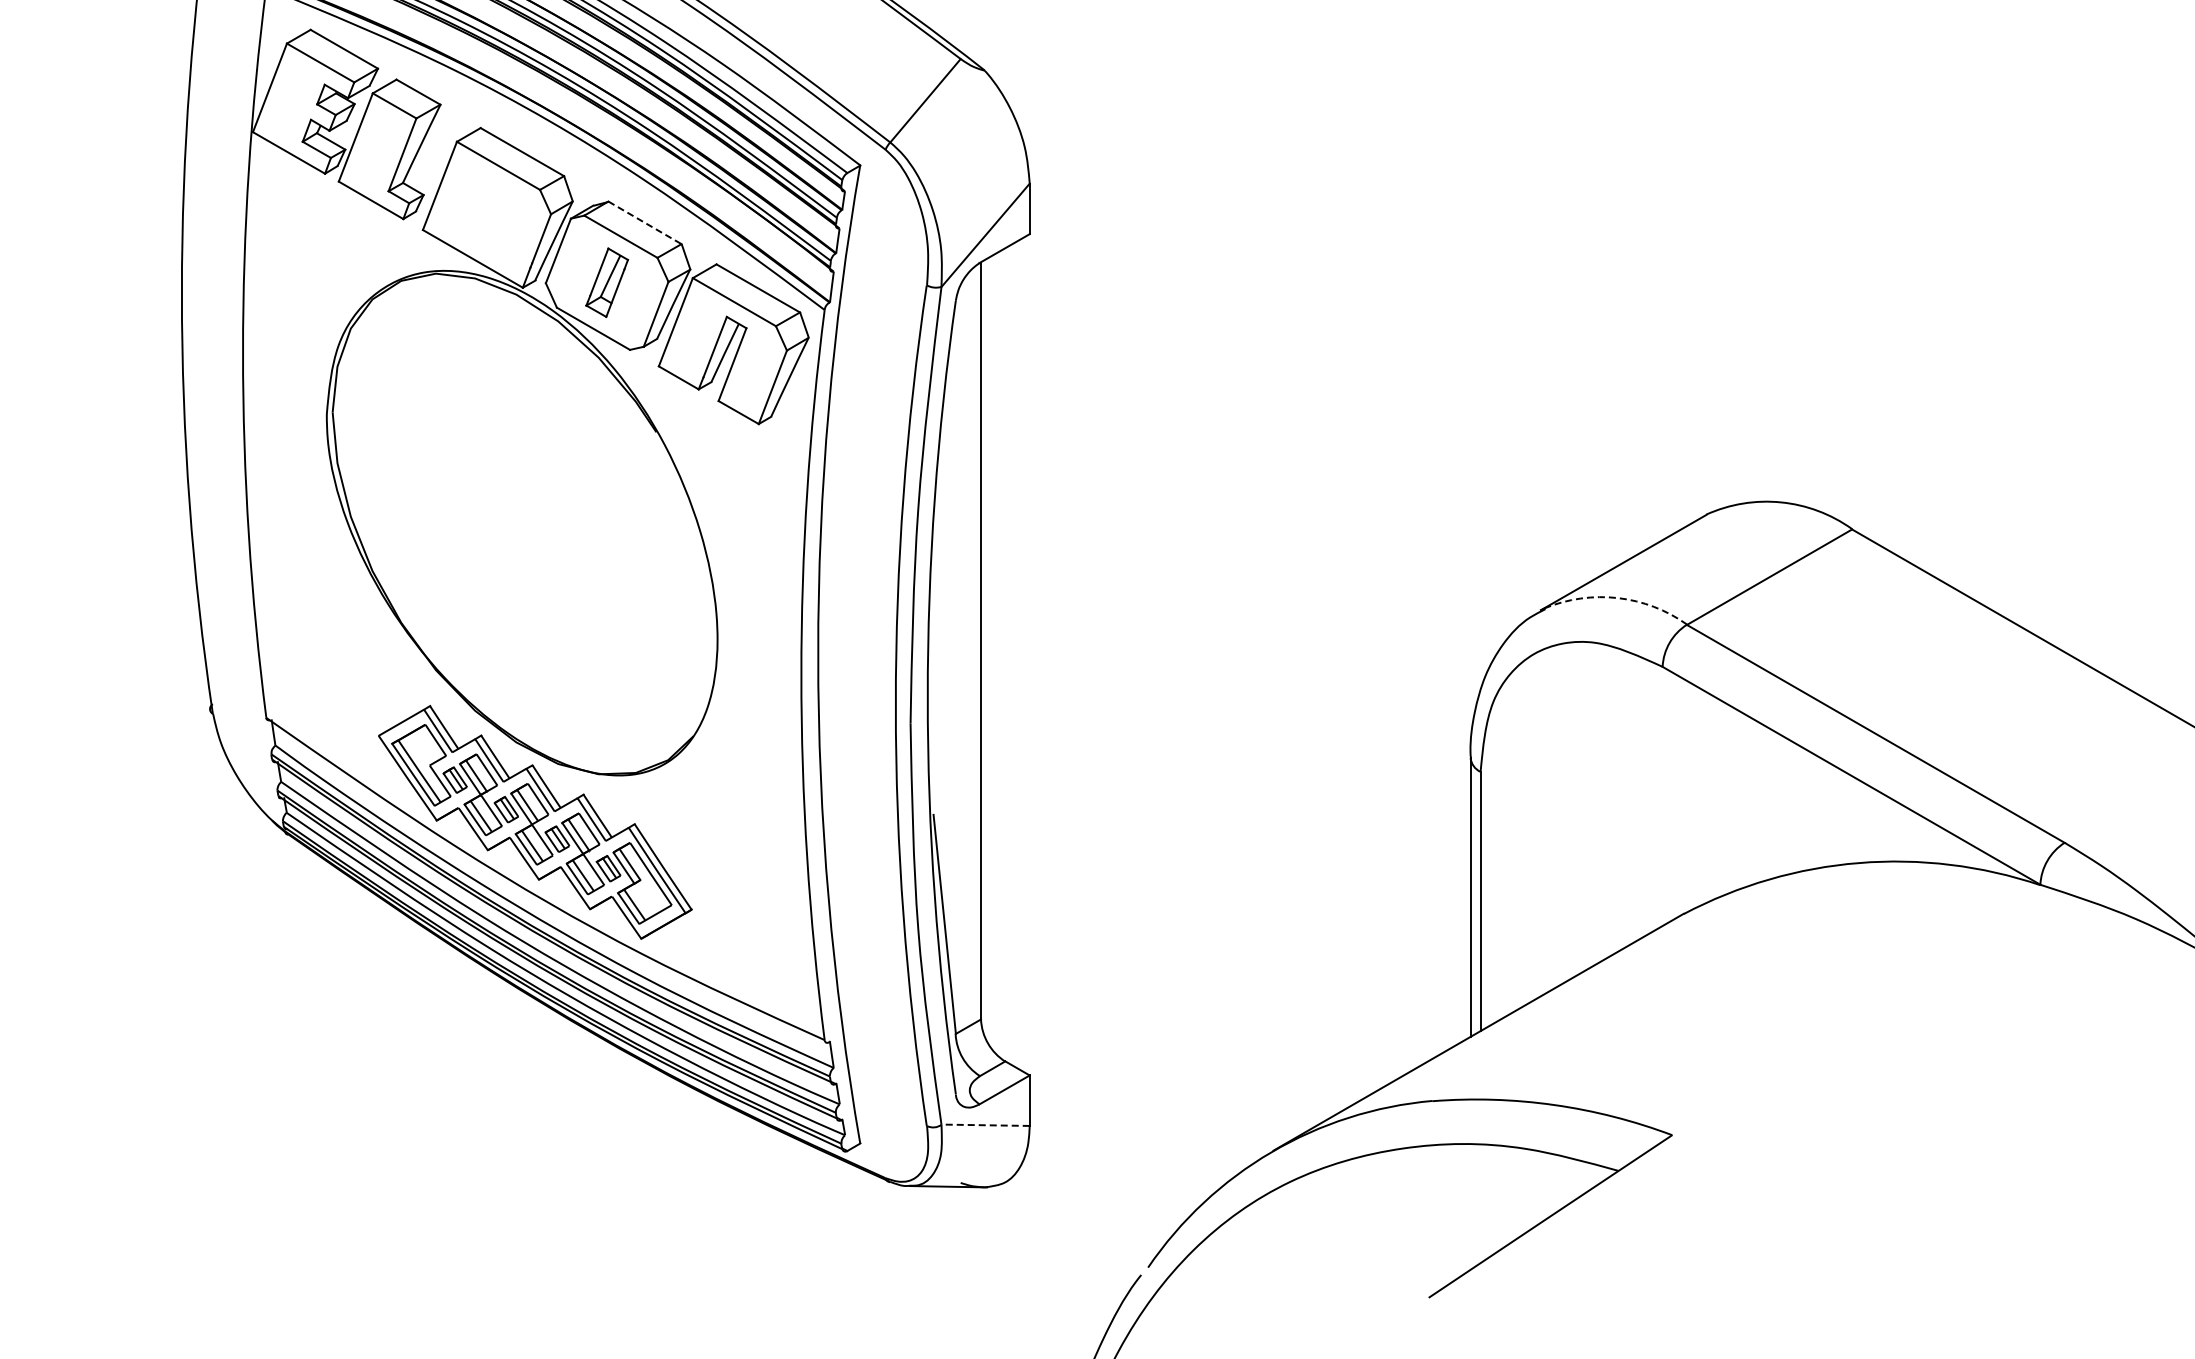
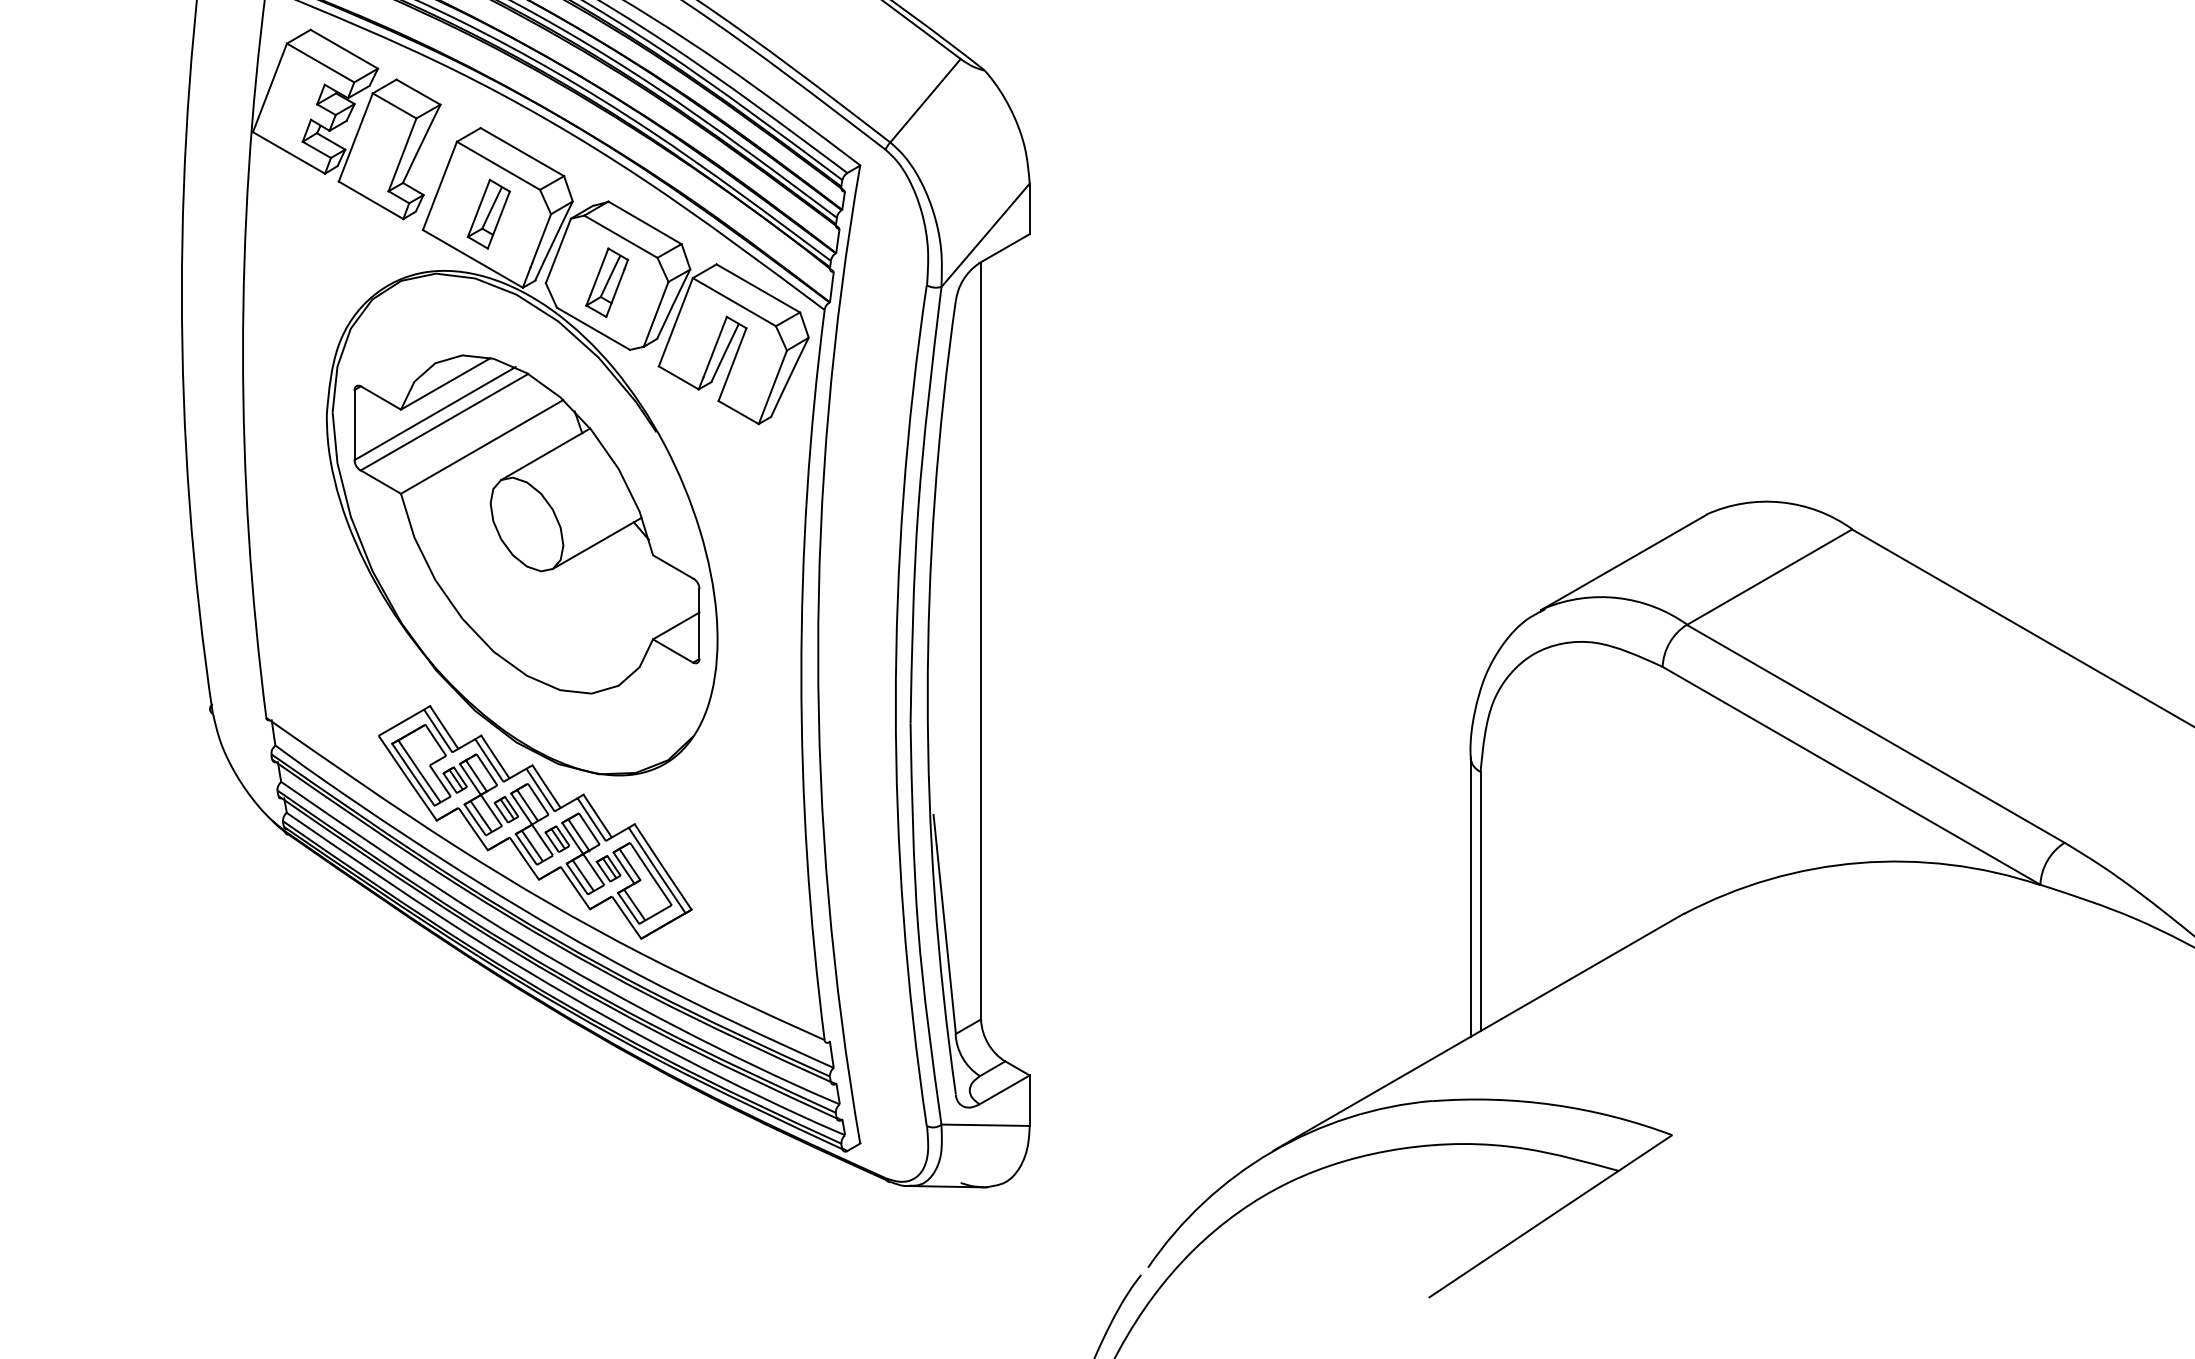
part at (488, 213): none -> present
line at (645, 223): dashed -> solid
part at (526, 524): none -> present
arc at (1617, 598): dashed -> solid
line at (985, 1125): dashed -> solid
